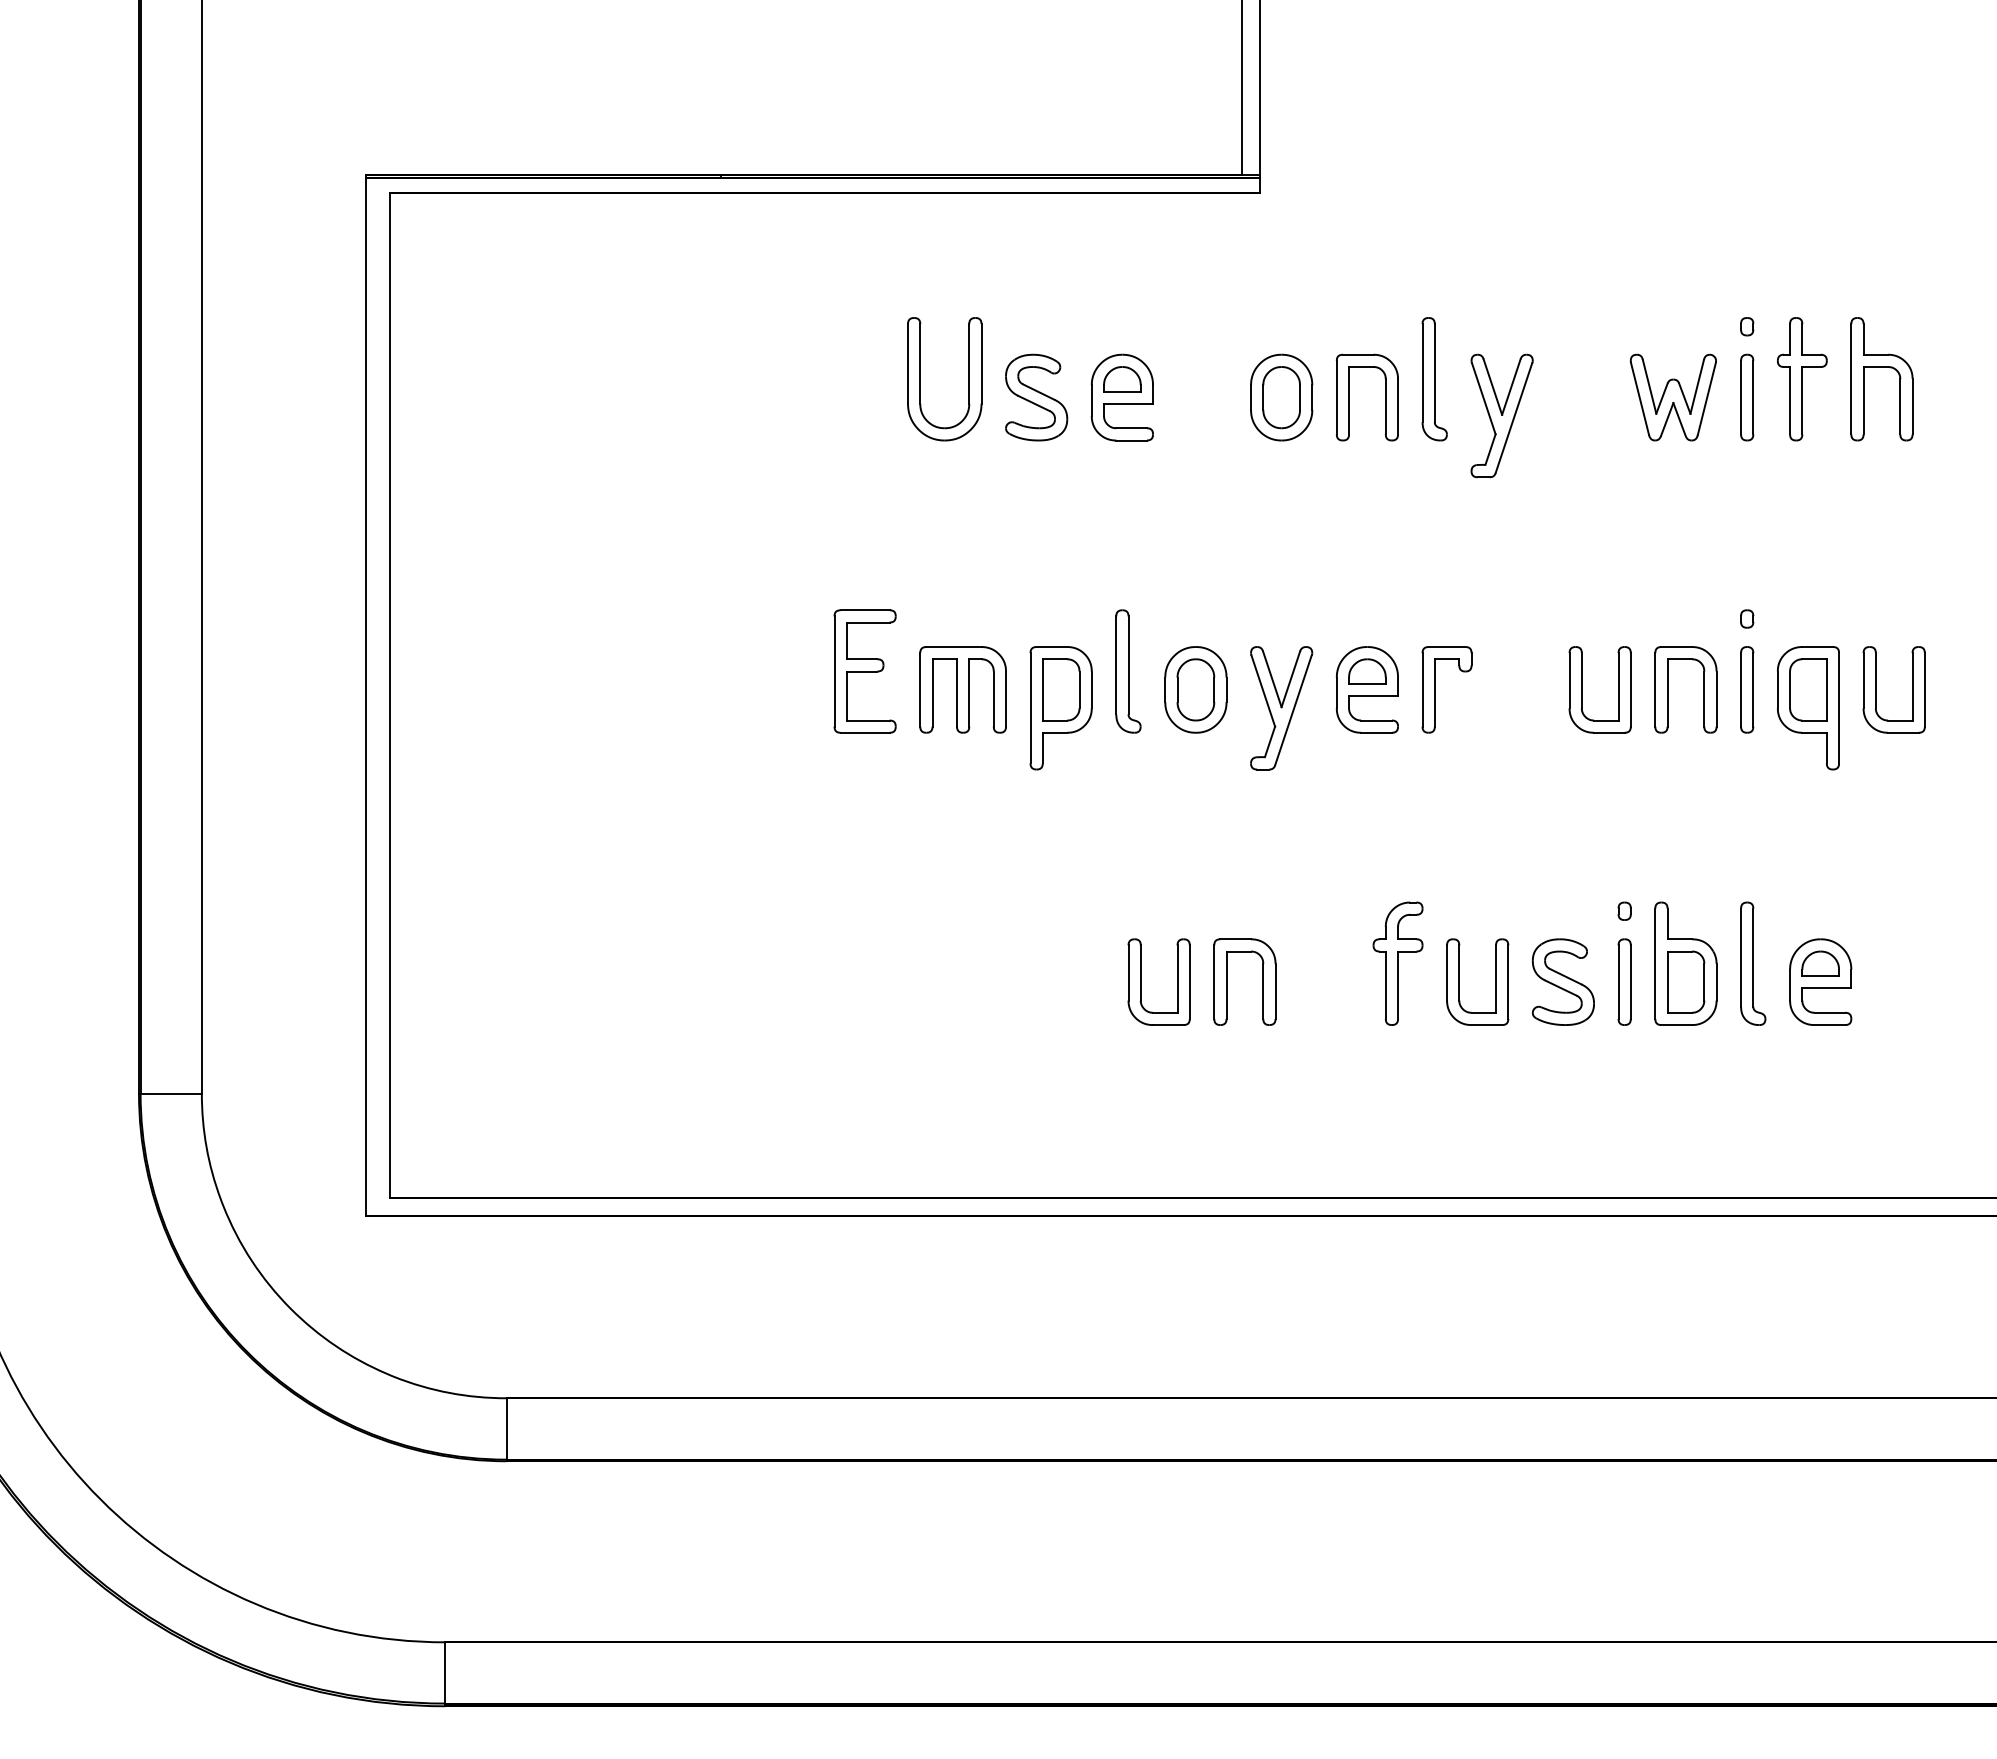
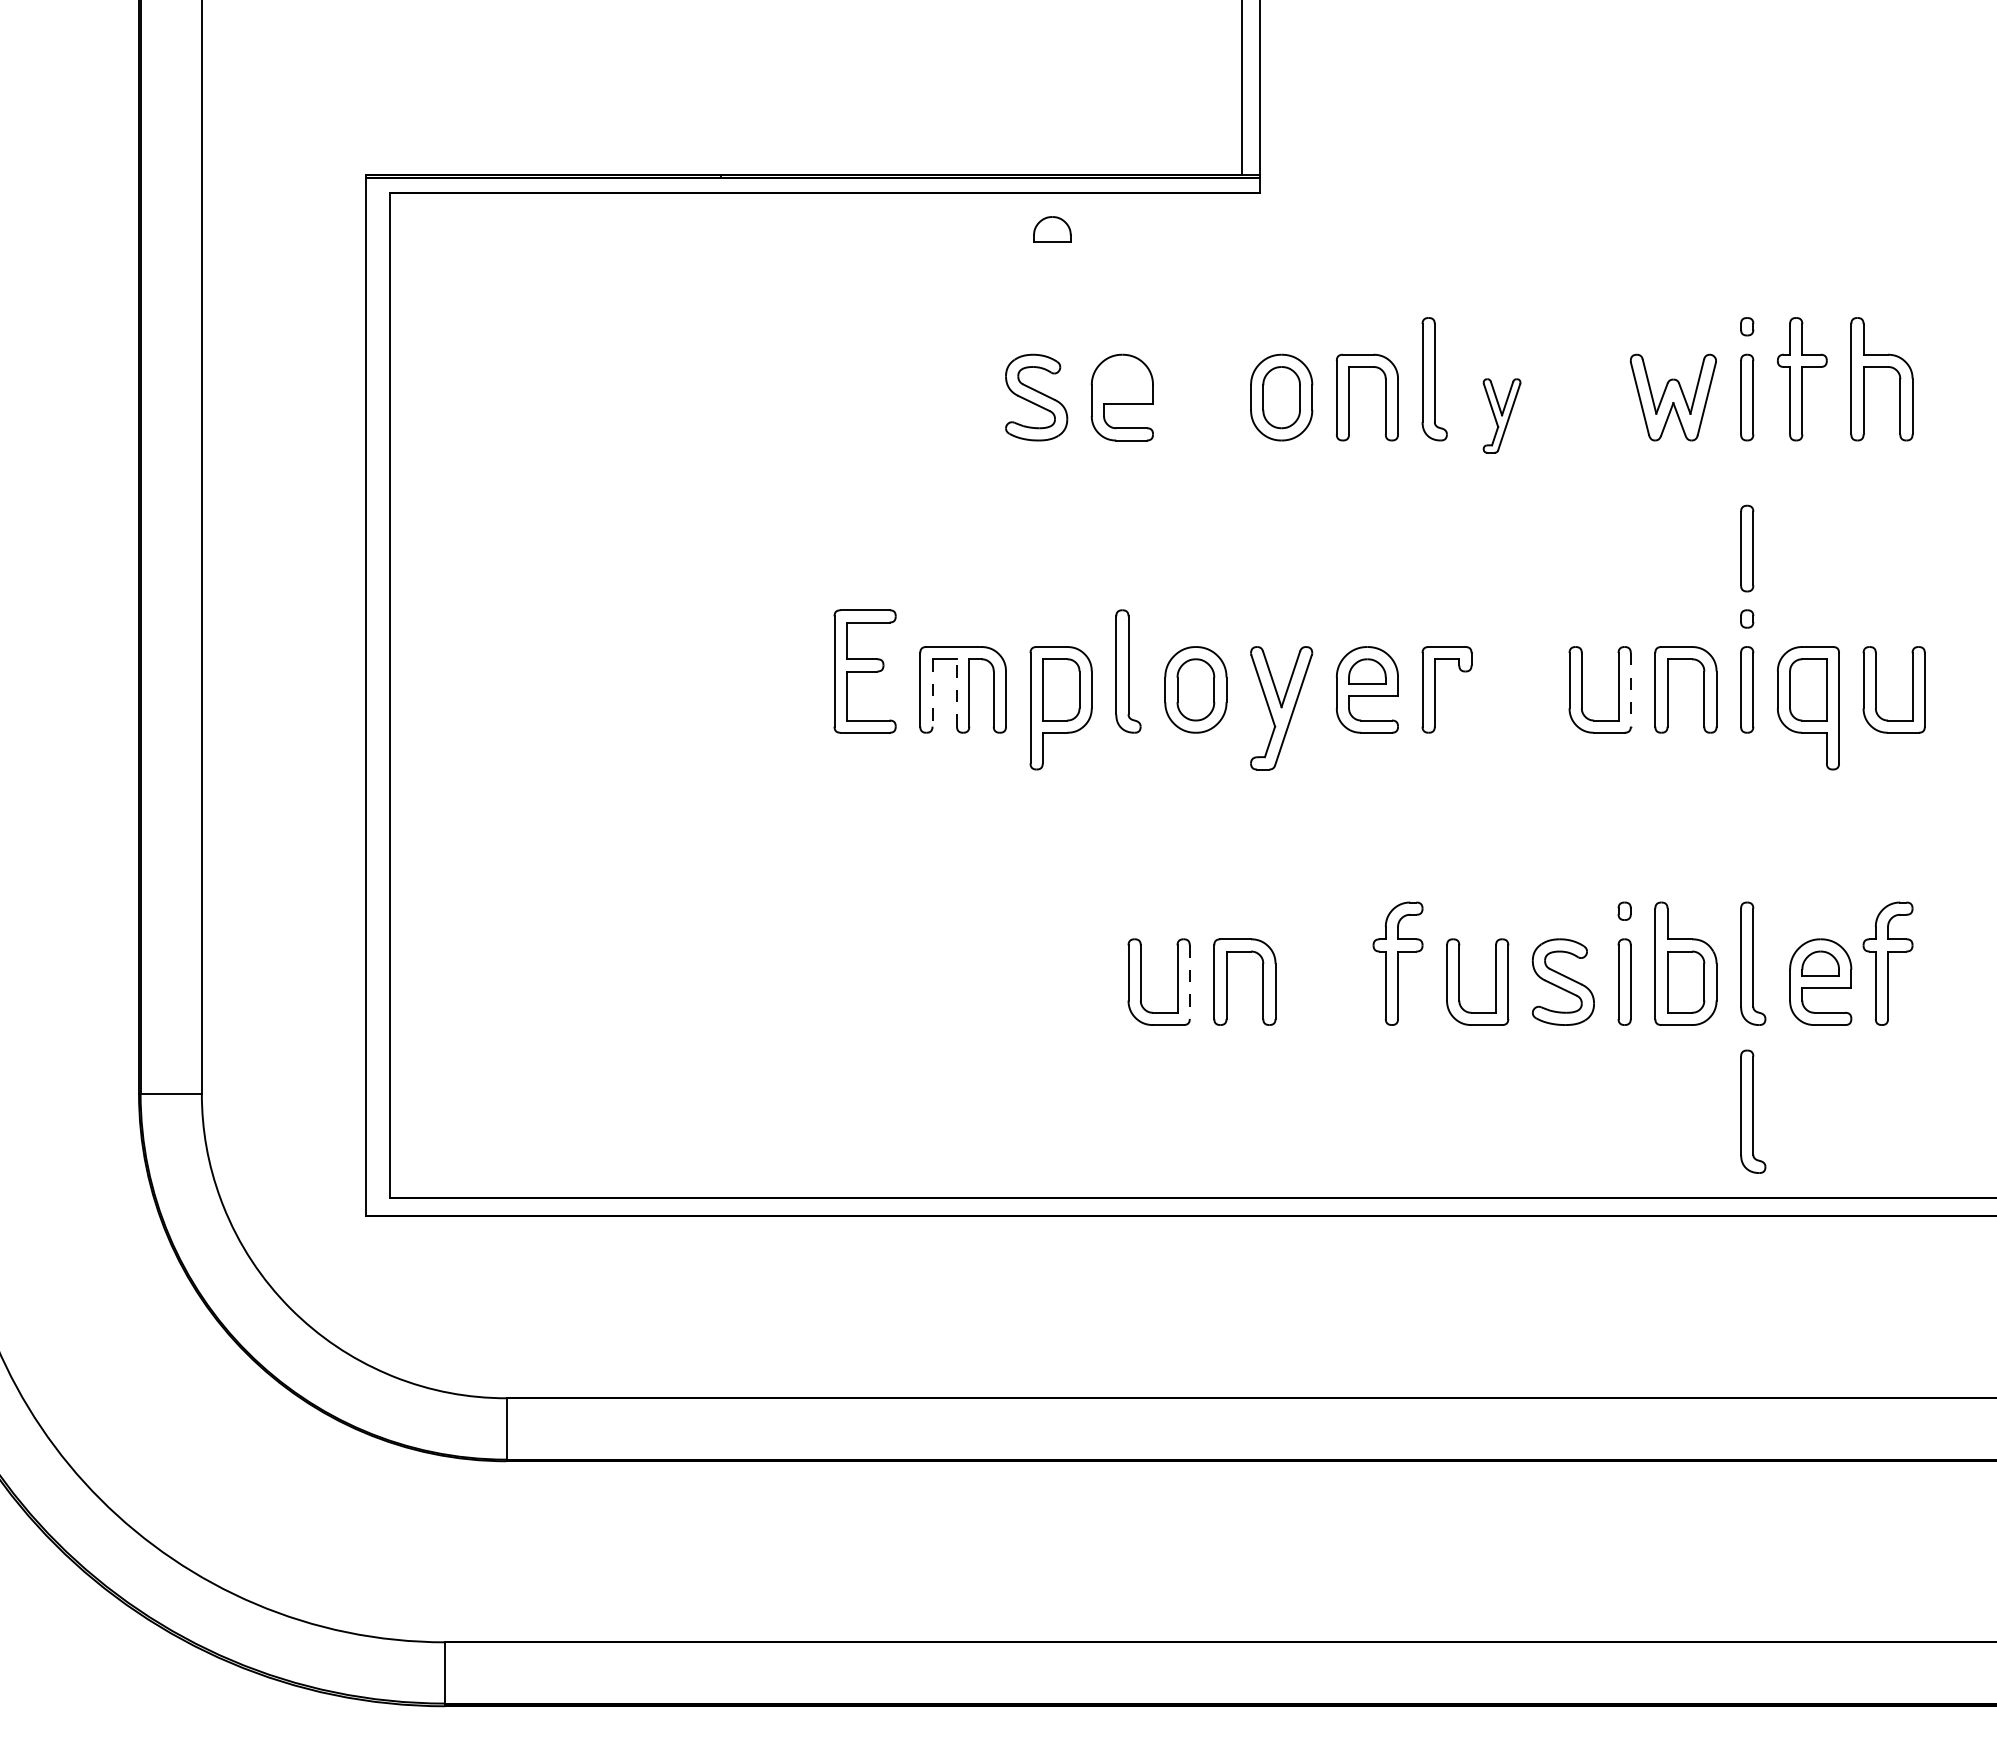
part at (920, 379): present -> none
part at (1122, 379) position: (1122, 379) -> (1052, 229)
part at (1501, 415) size: 64x126 px -> 40x76 px
part at (1747, 548): none -> present
line at (1630, 689): solid -> dashed
line at (932, 692): solid -> dashed
line at (957, 692): solid -> dashed
part at (1887, 963): none -> present
line at (1189, 982): solid -> dashed
part at (1753, 1111): none -> present
